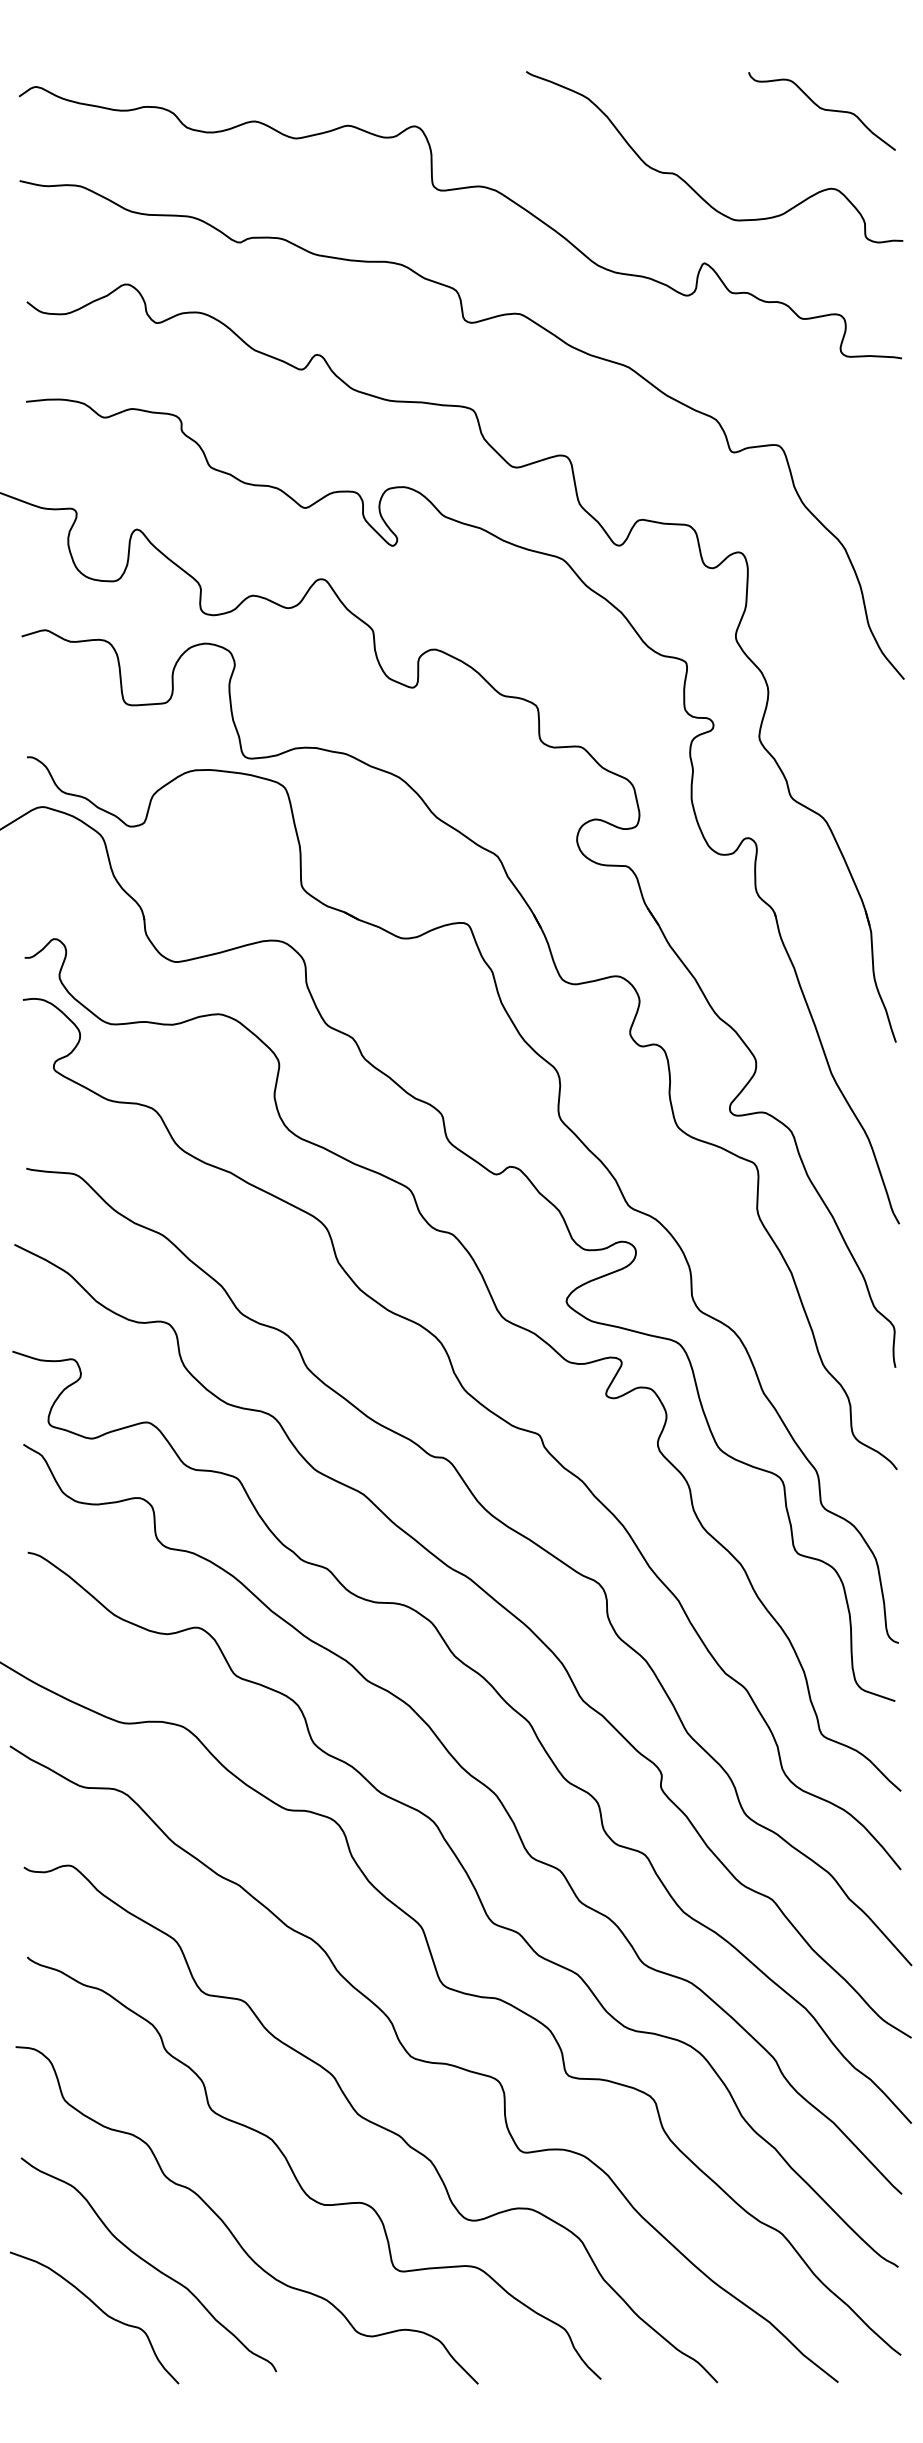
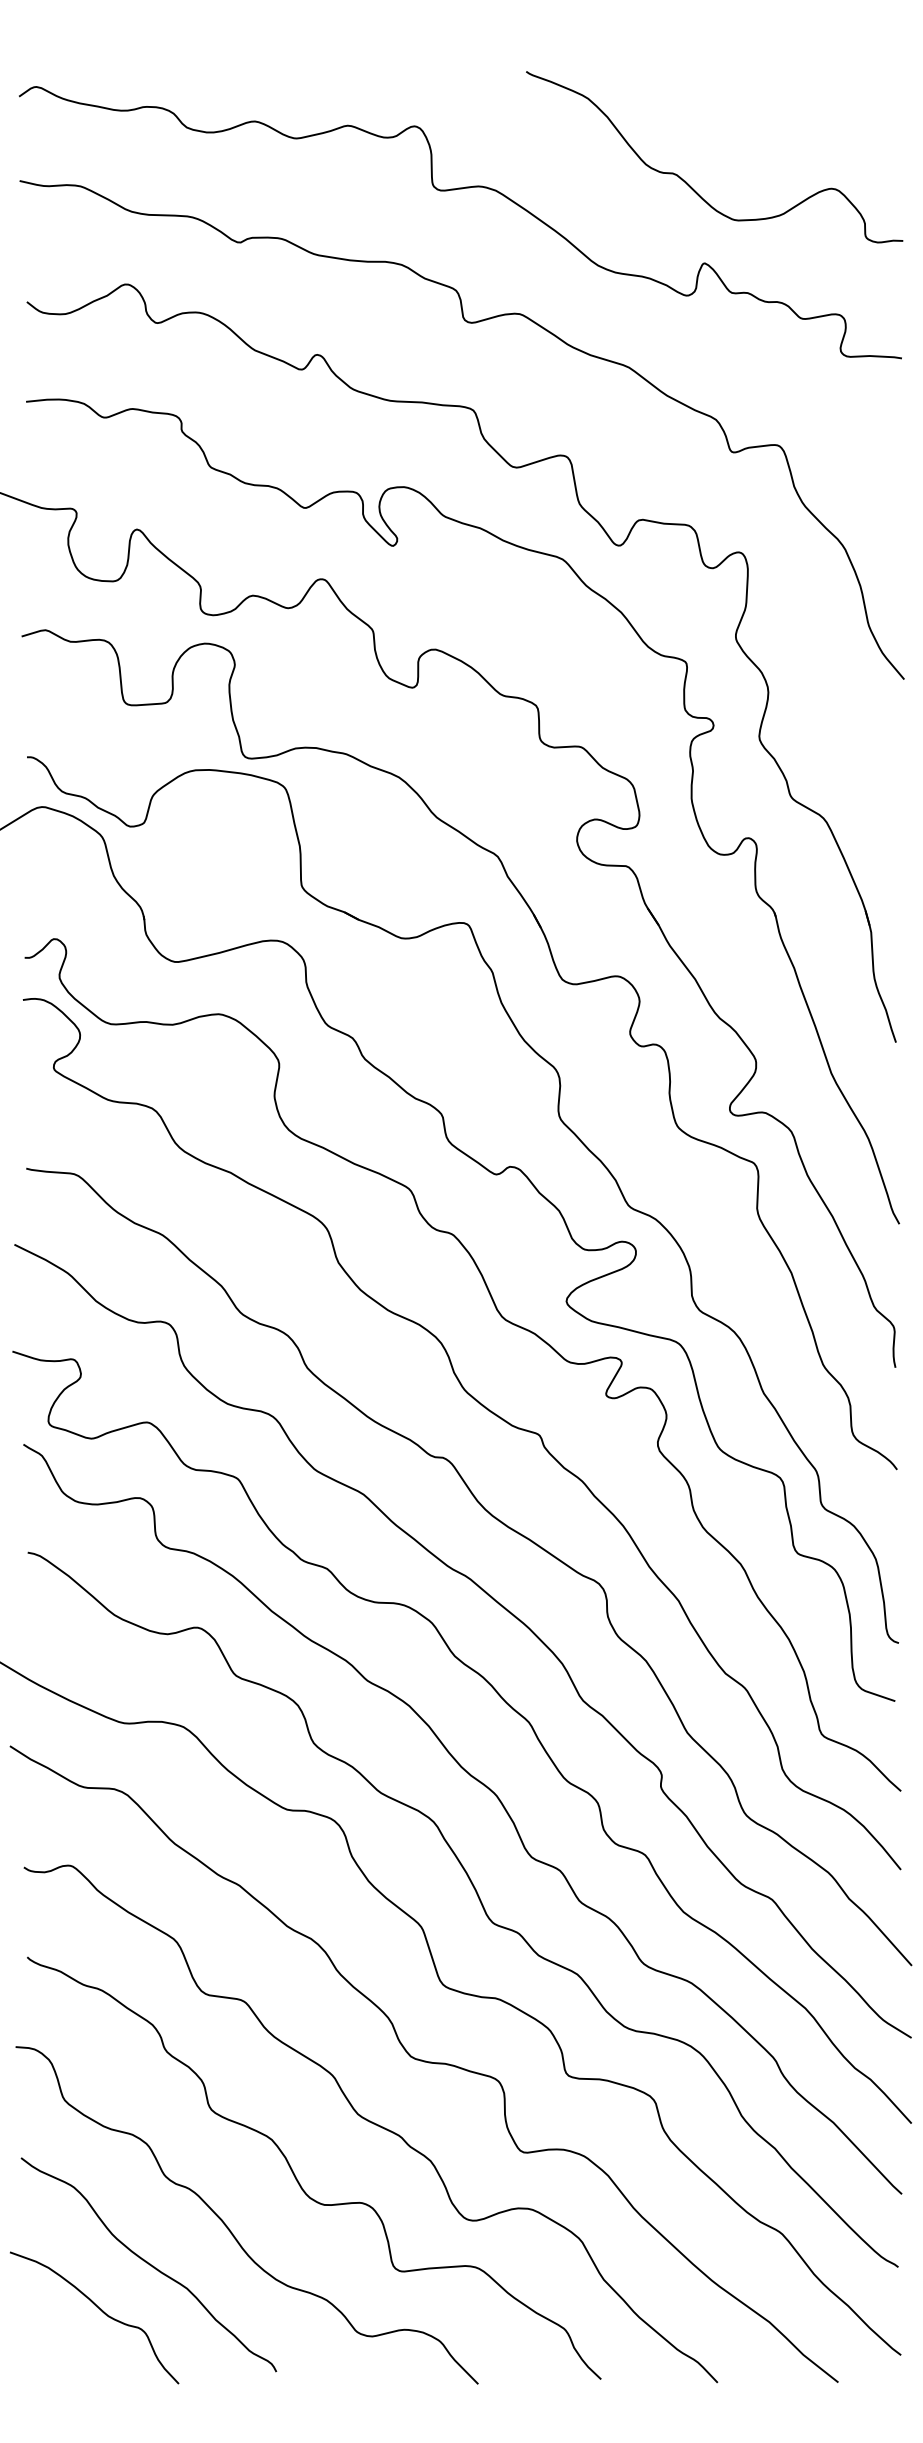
curve at (821, 109): present -> none
